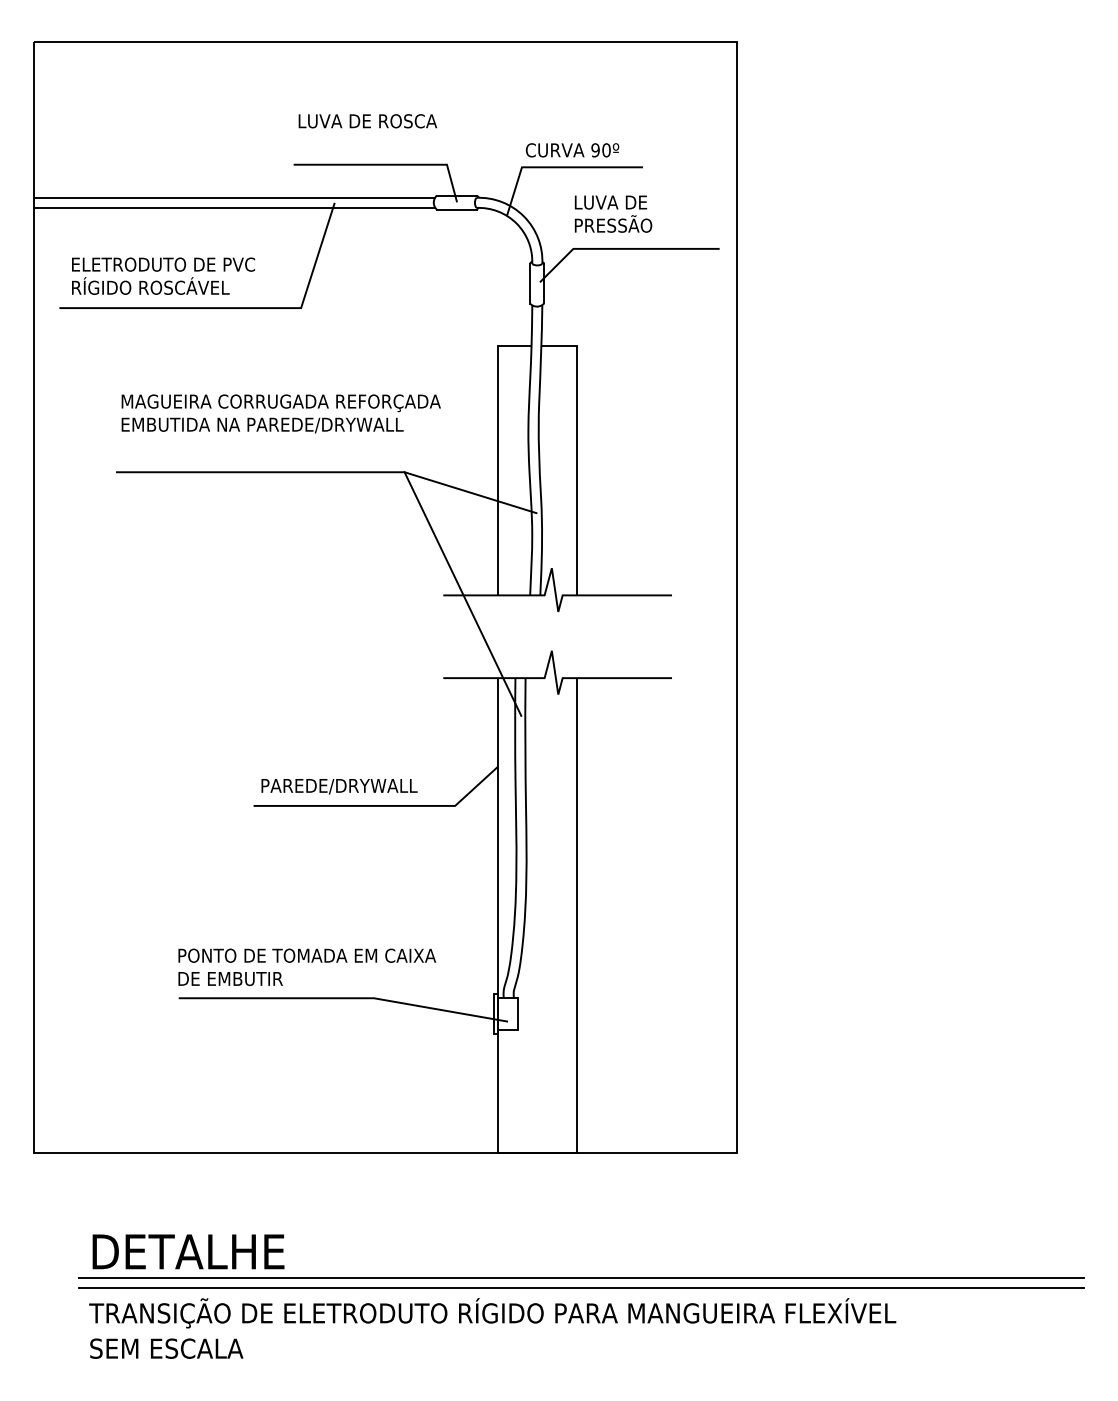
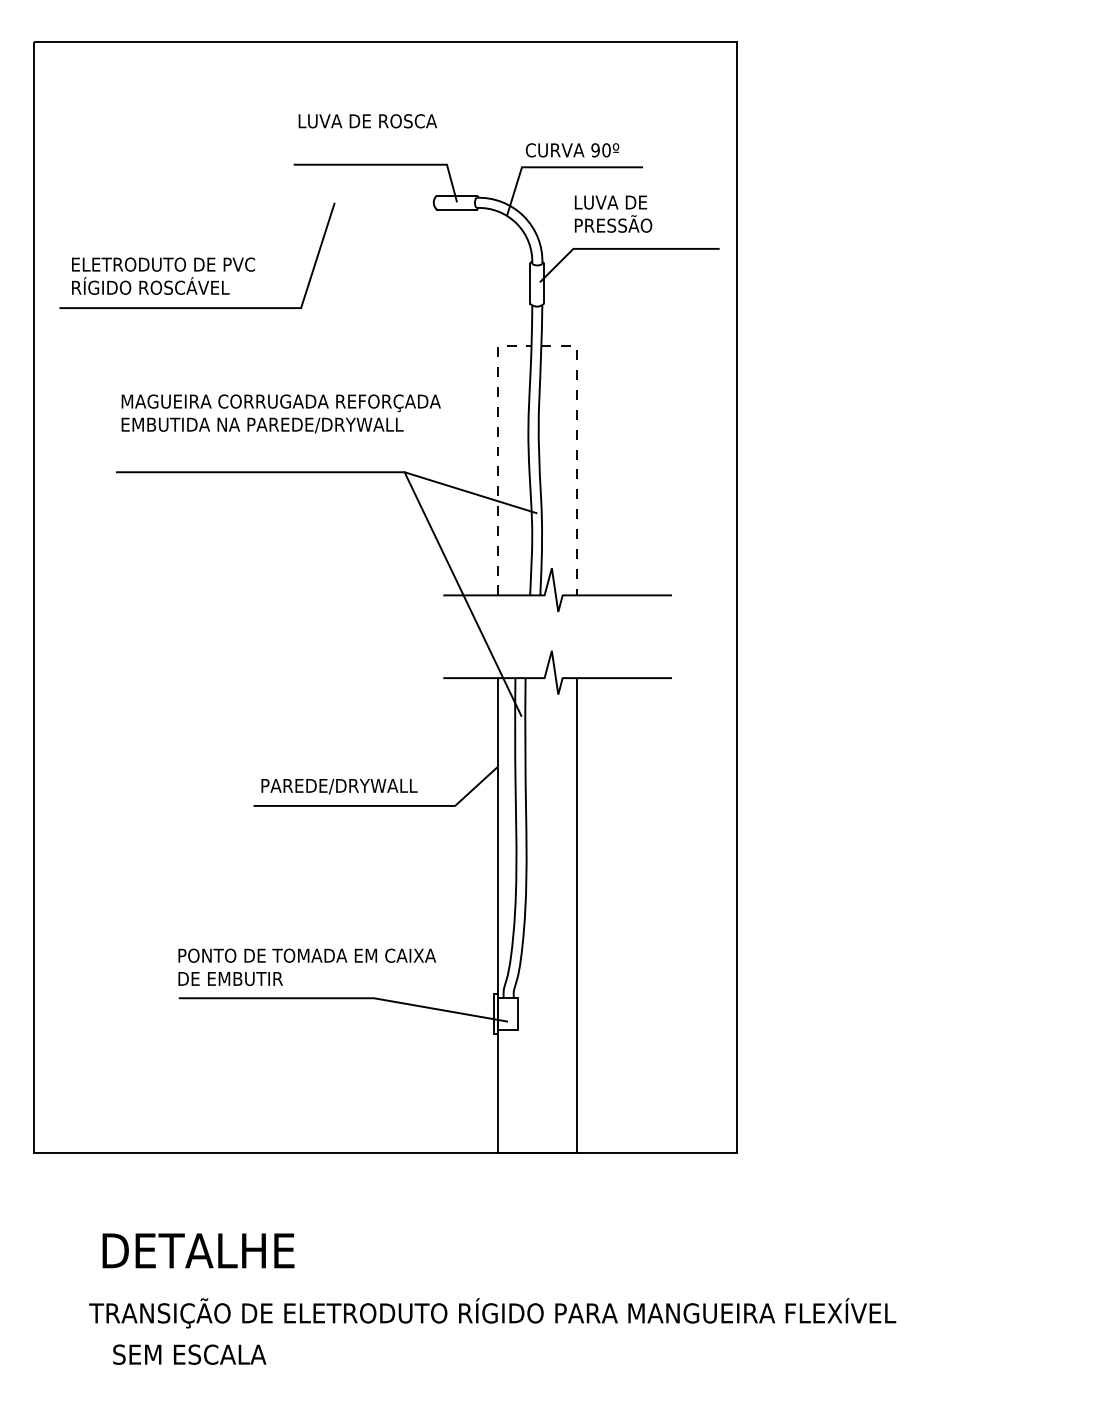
line at (234, 197): present -> none
line at (234, 207): present -> none
line at (497, 452): solid -> dashed
line at (577, 452): solid -> dashed
text at (188, 1251) position: (188, 1251) -> (198, 1250)
line at (581, 1277): present -> none
line at (581, 1287): present -> none
text at (166, 1348) position: (166, 1348) -> (189, 1354)
